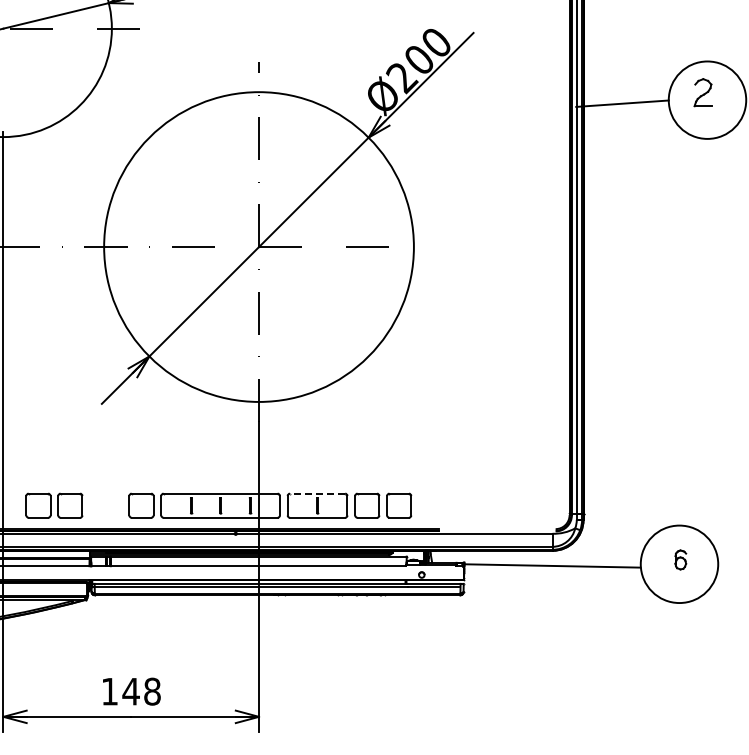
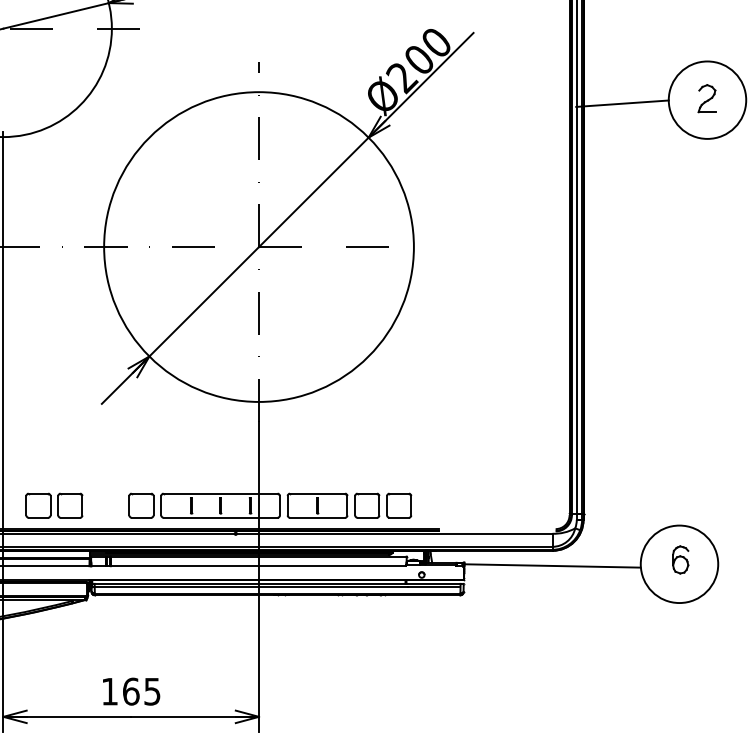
part at (702, 92) position: (702, 92) -> (706, 98)
line at (317, 493): dashed -> solid
part at (680, 559) size: 14x22 px -> 18x30 px
text at (141, 691): 148 -> 165
